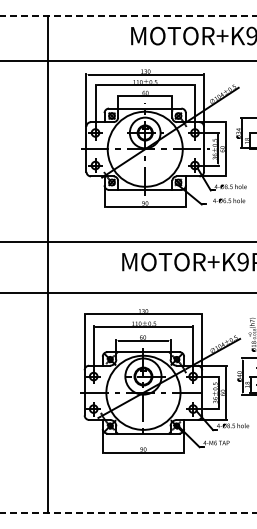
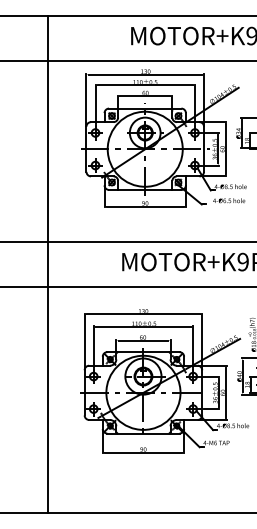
line at (128, 15): dashed -> solid
line at (127, 293) position: (127, 293) -> (127, 287)
line at (128, 513): dashed -> solid
